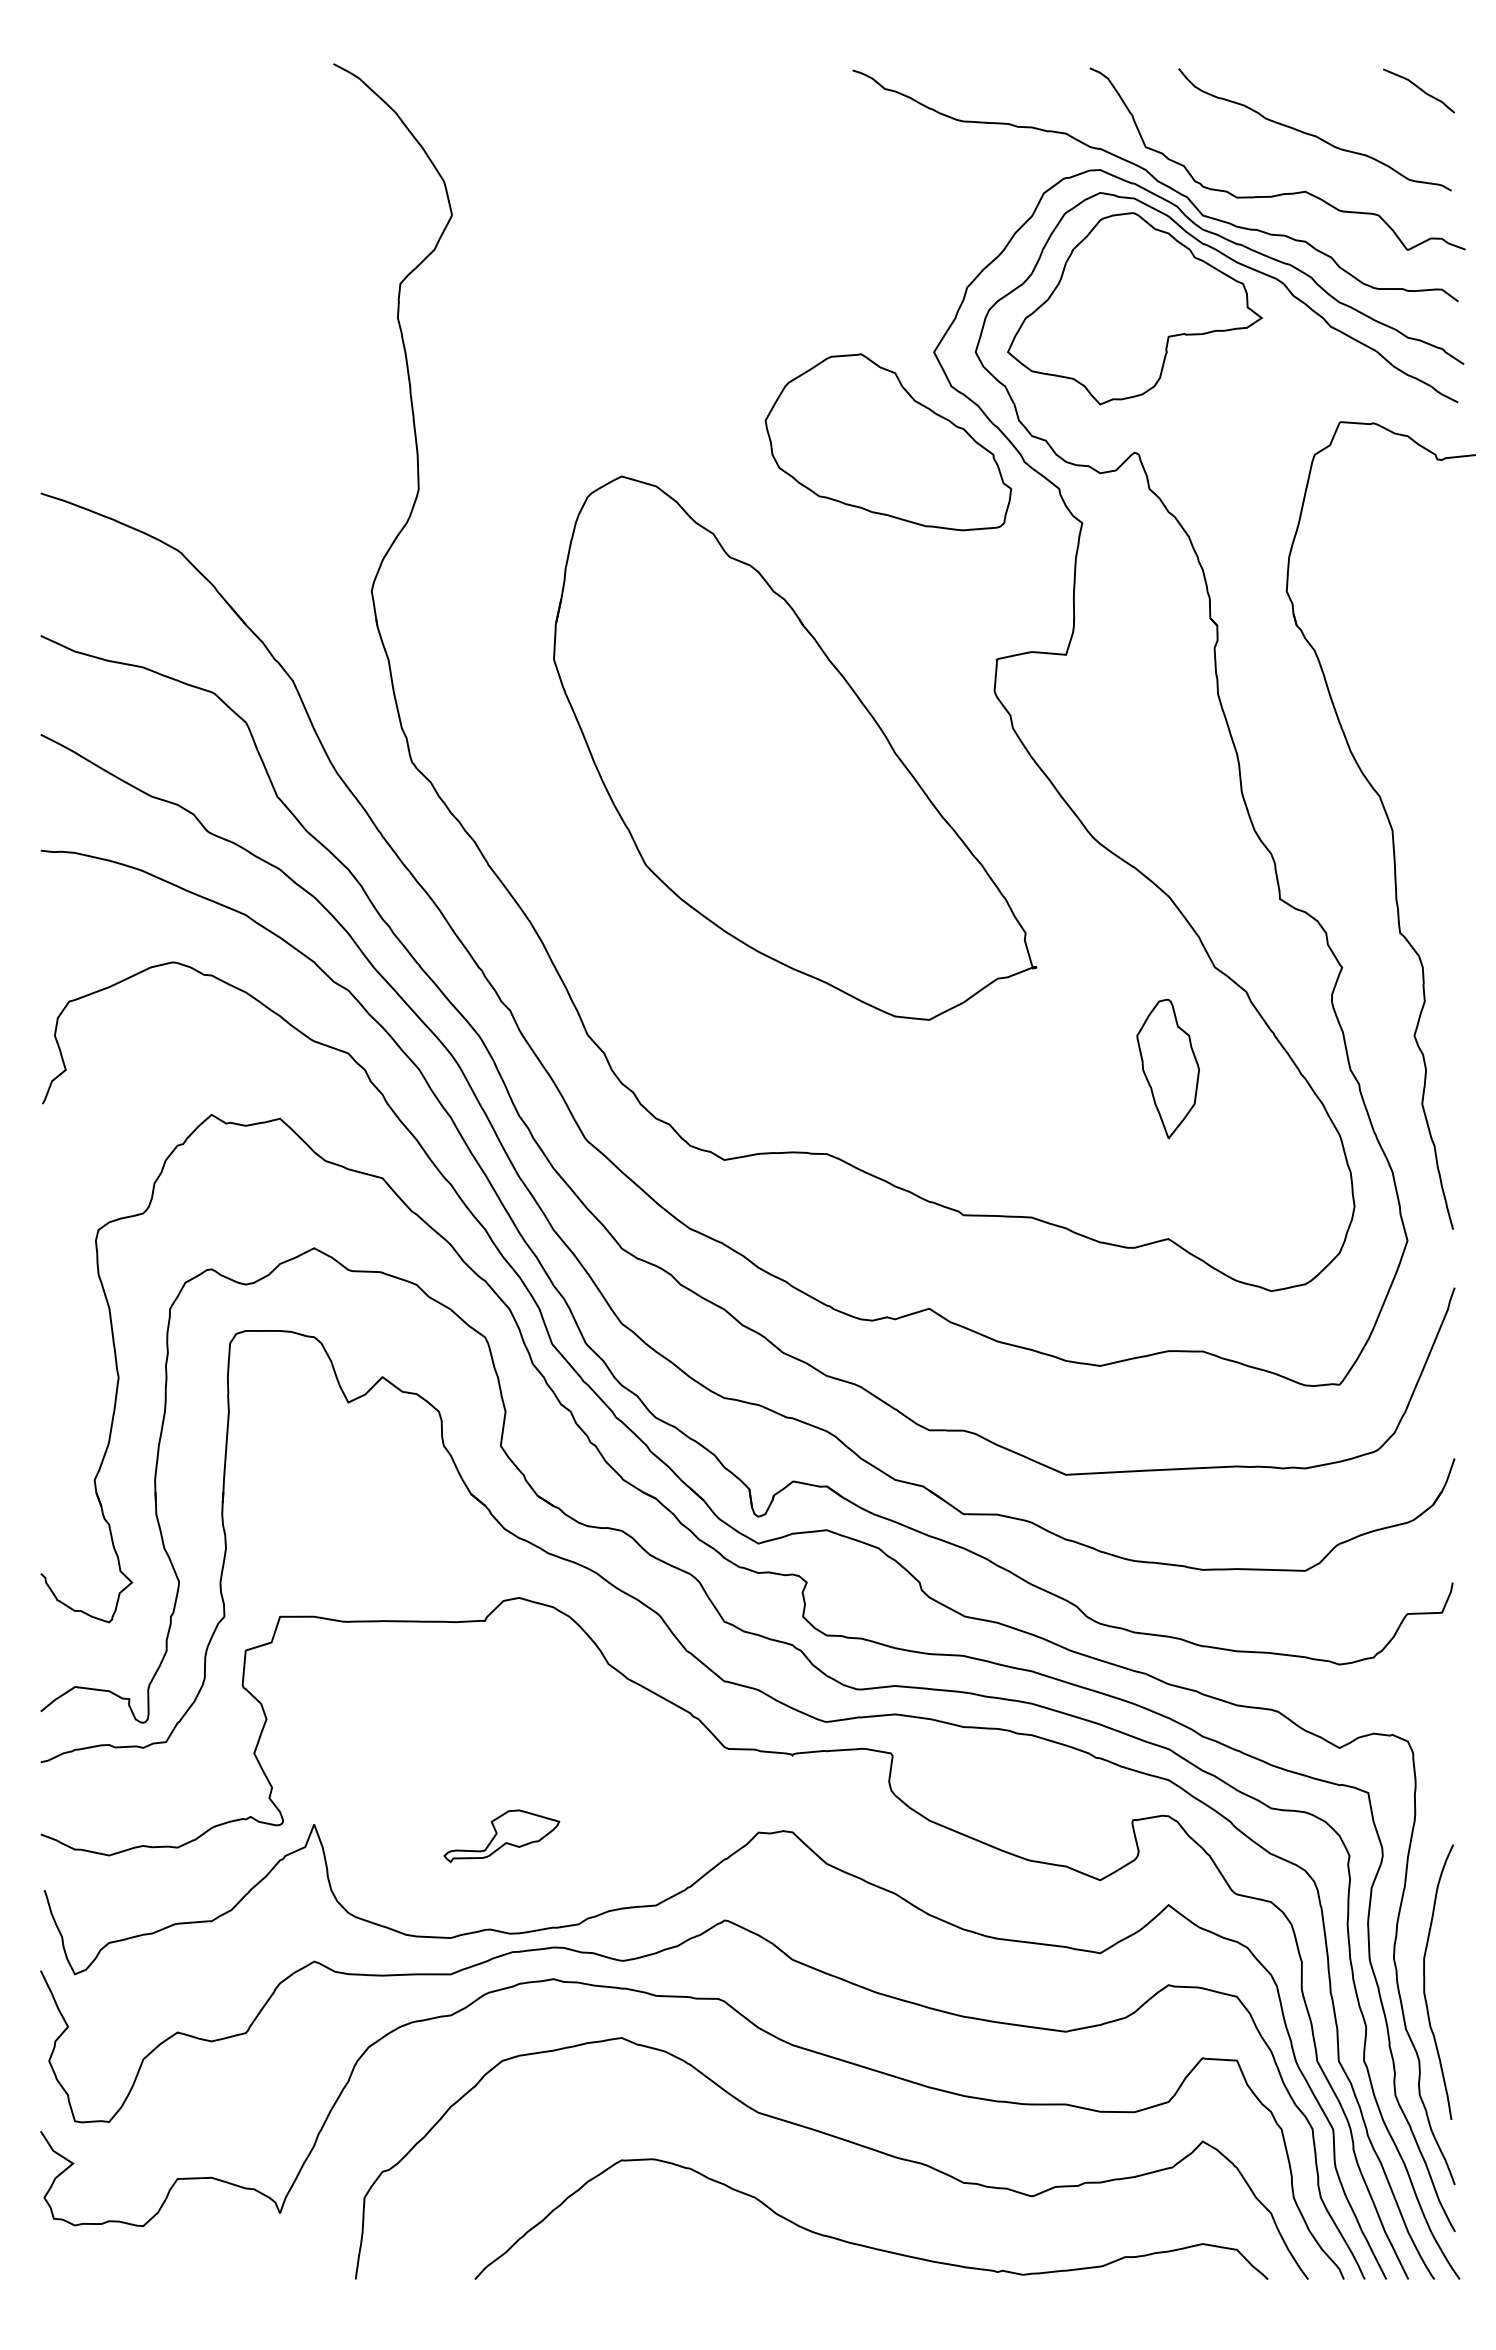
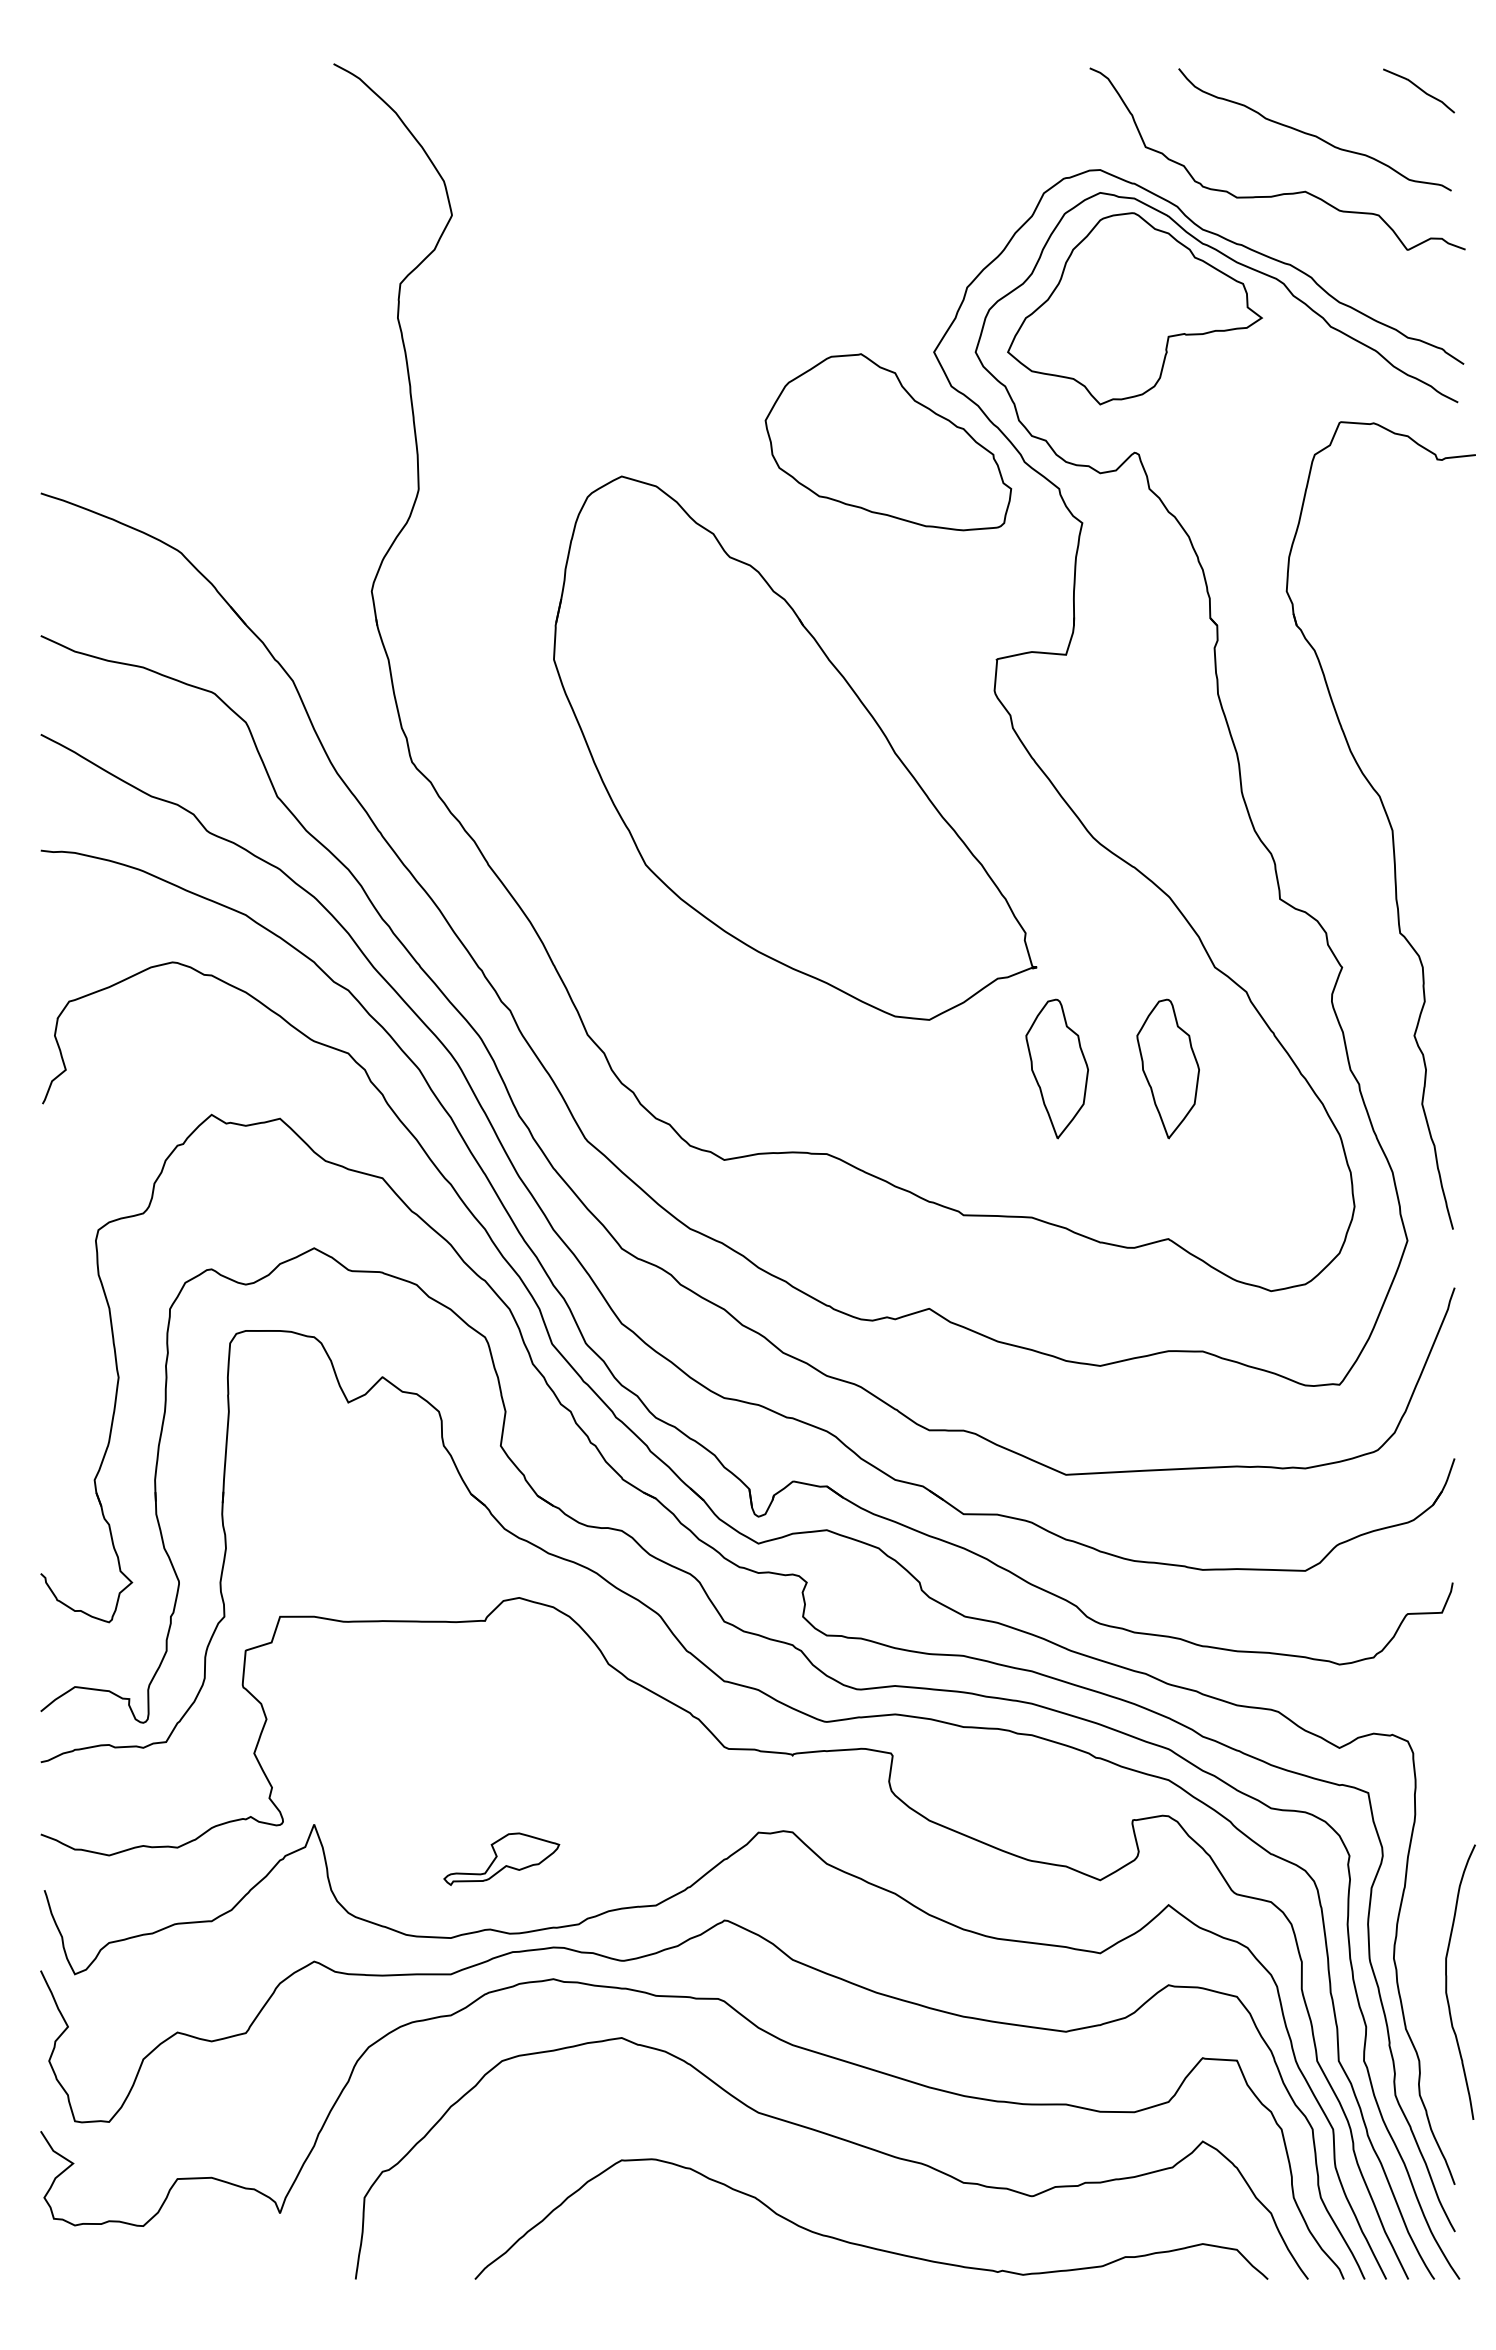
curve at (1157, 182): present -> none
part at (1056, 1068): none -> present
part at (501, 1835) position: (501, 1835) -> (501, 1858)
curve at (1425, 1981) position: (1425, 1981) -> (1447, 1981)
